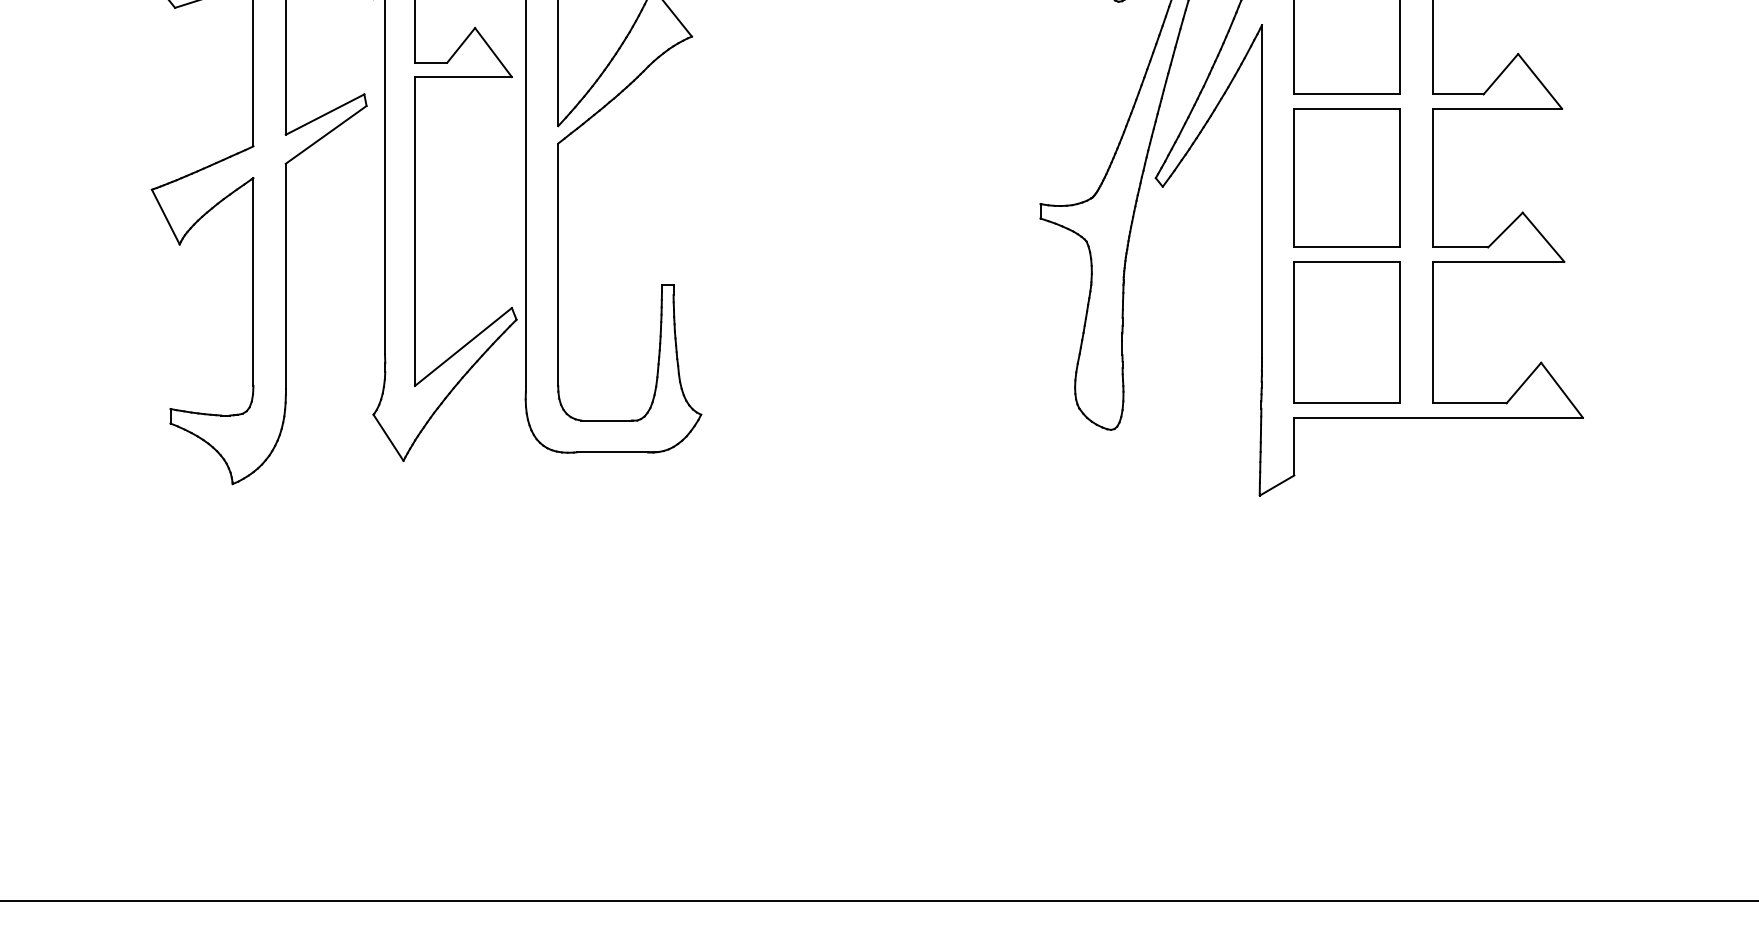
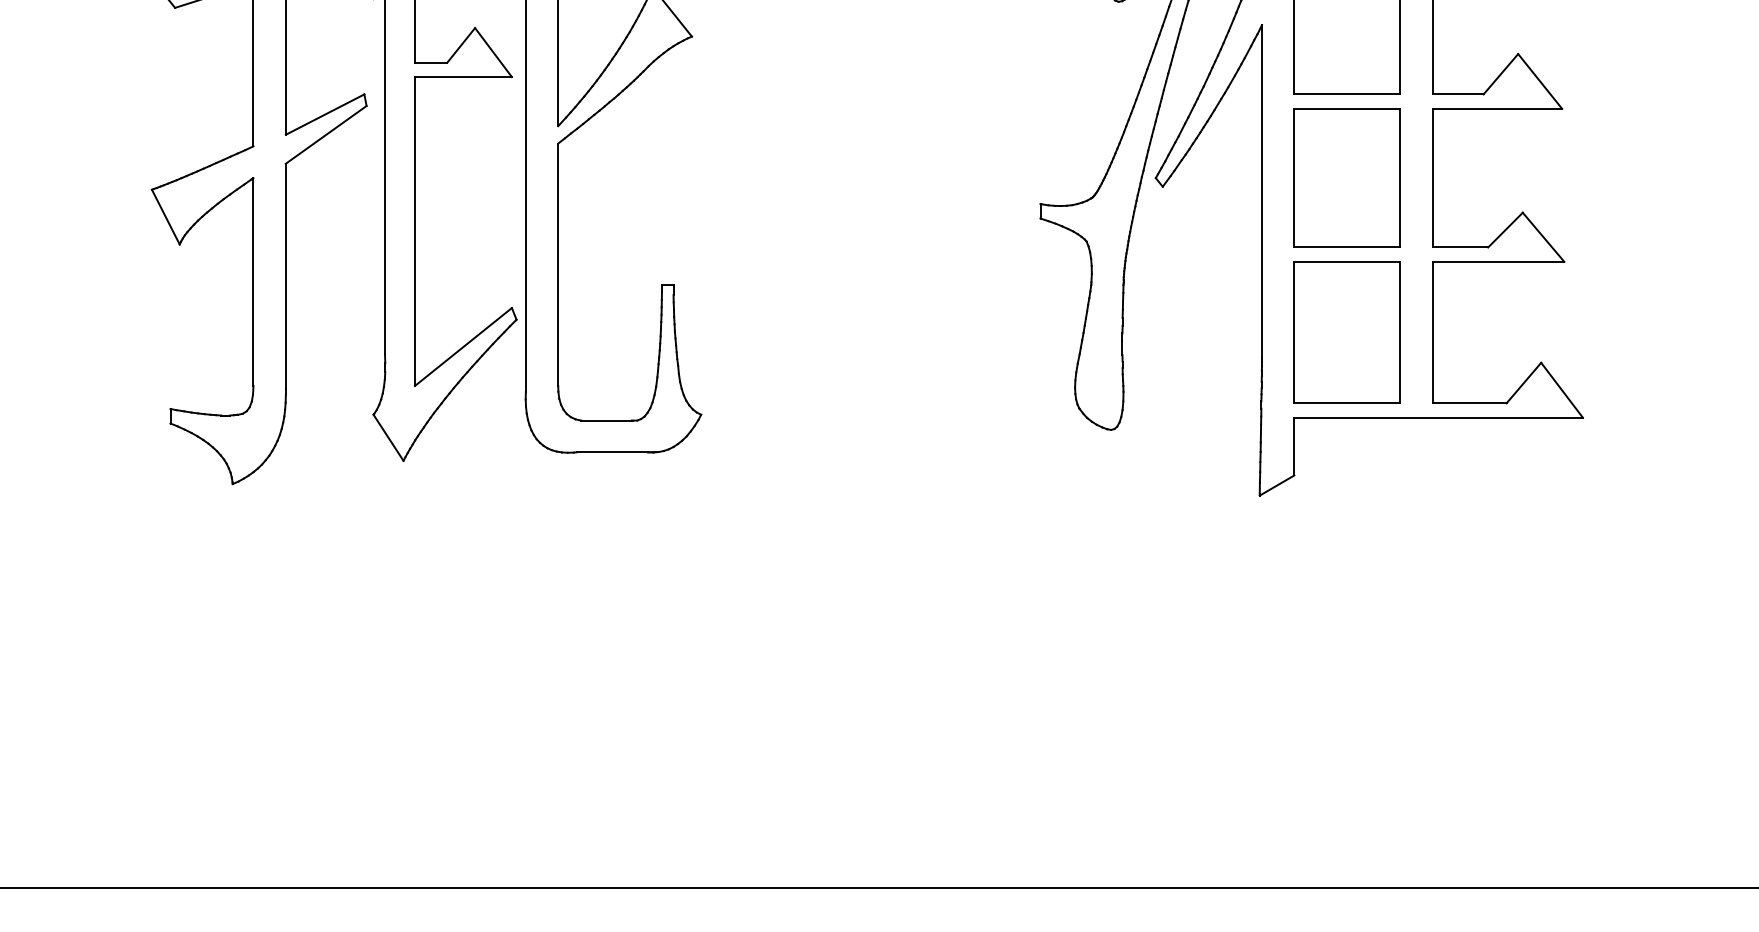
line at (878, 900) position: (878, 900) -> (878, 887)
